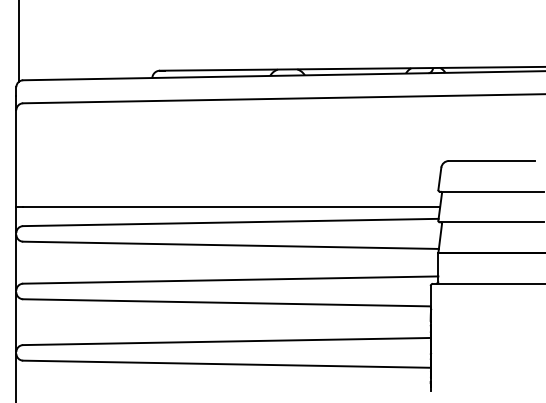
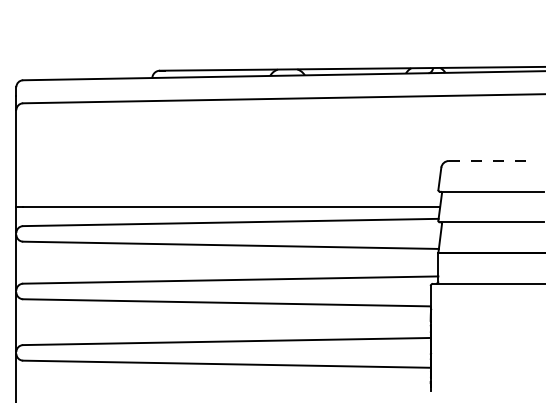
line at (18, 41): present -> none
line at (492, 160): solid -> dashed
